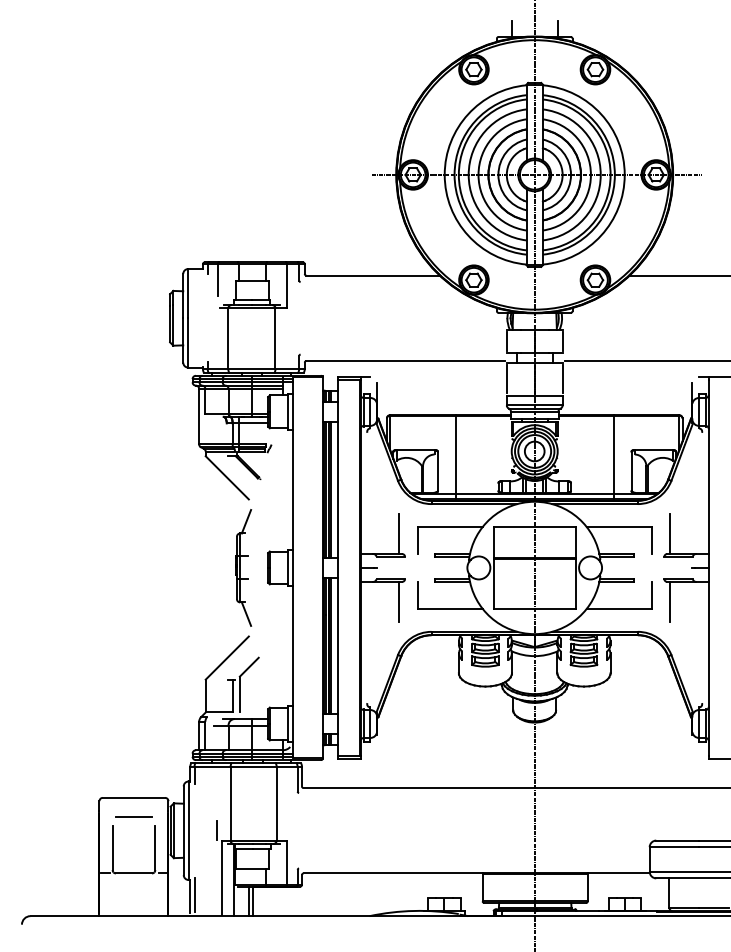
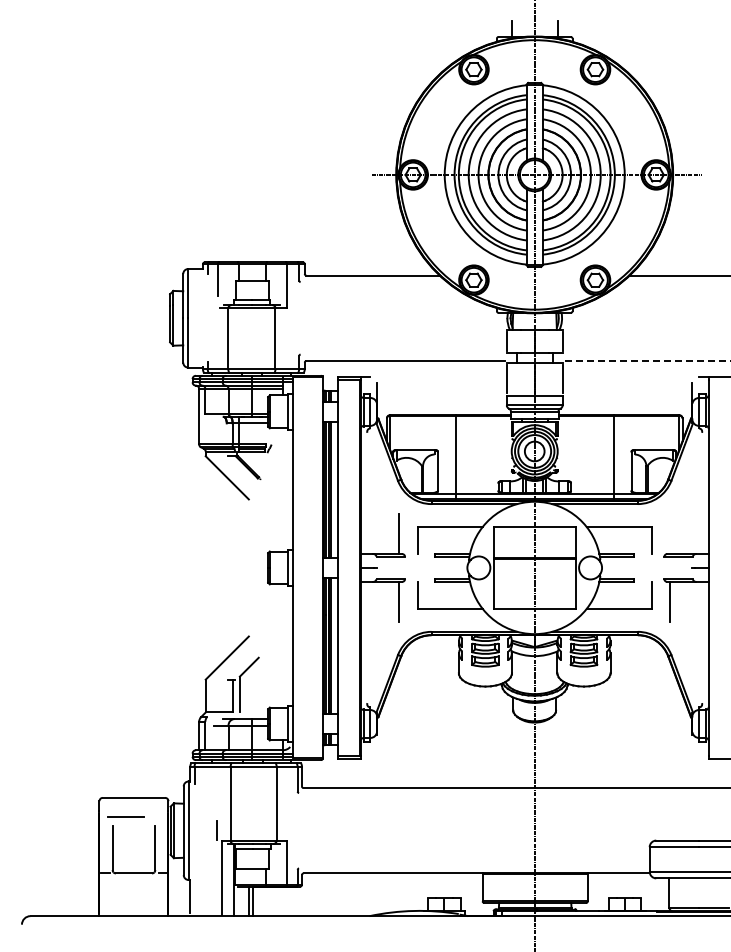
line at (647, 361): solid -> dashed
line at (670, 533): present -> none
part at (243, 567): present -> none
line at (133, 816) position: (133, 816) -> (125, 816)
line at (194, 894): present -> none
